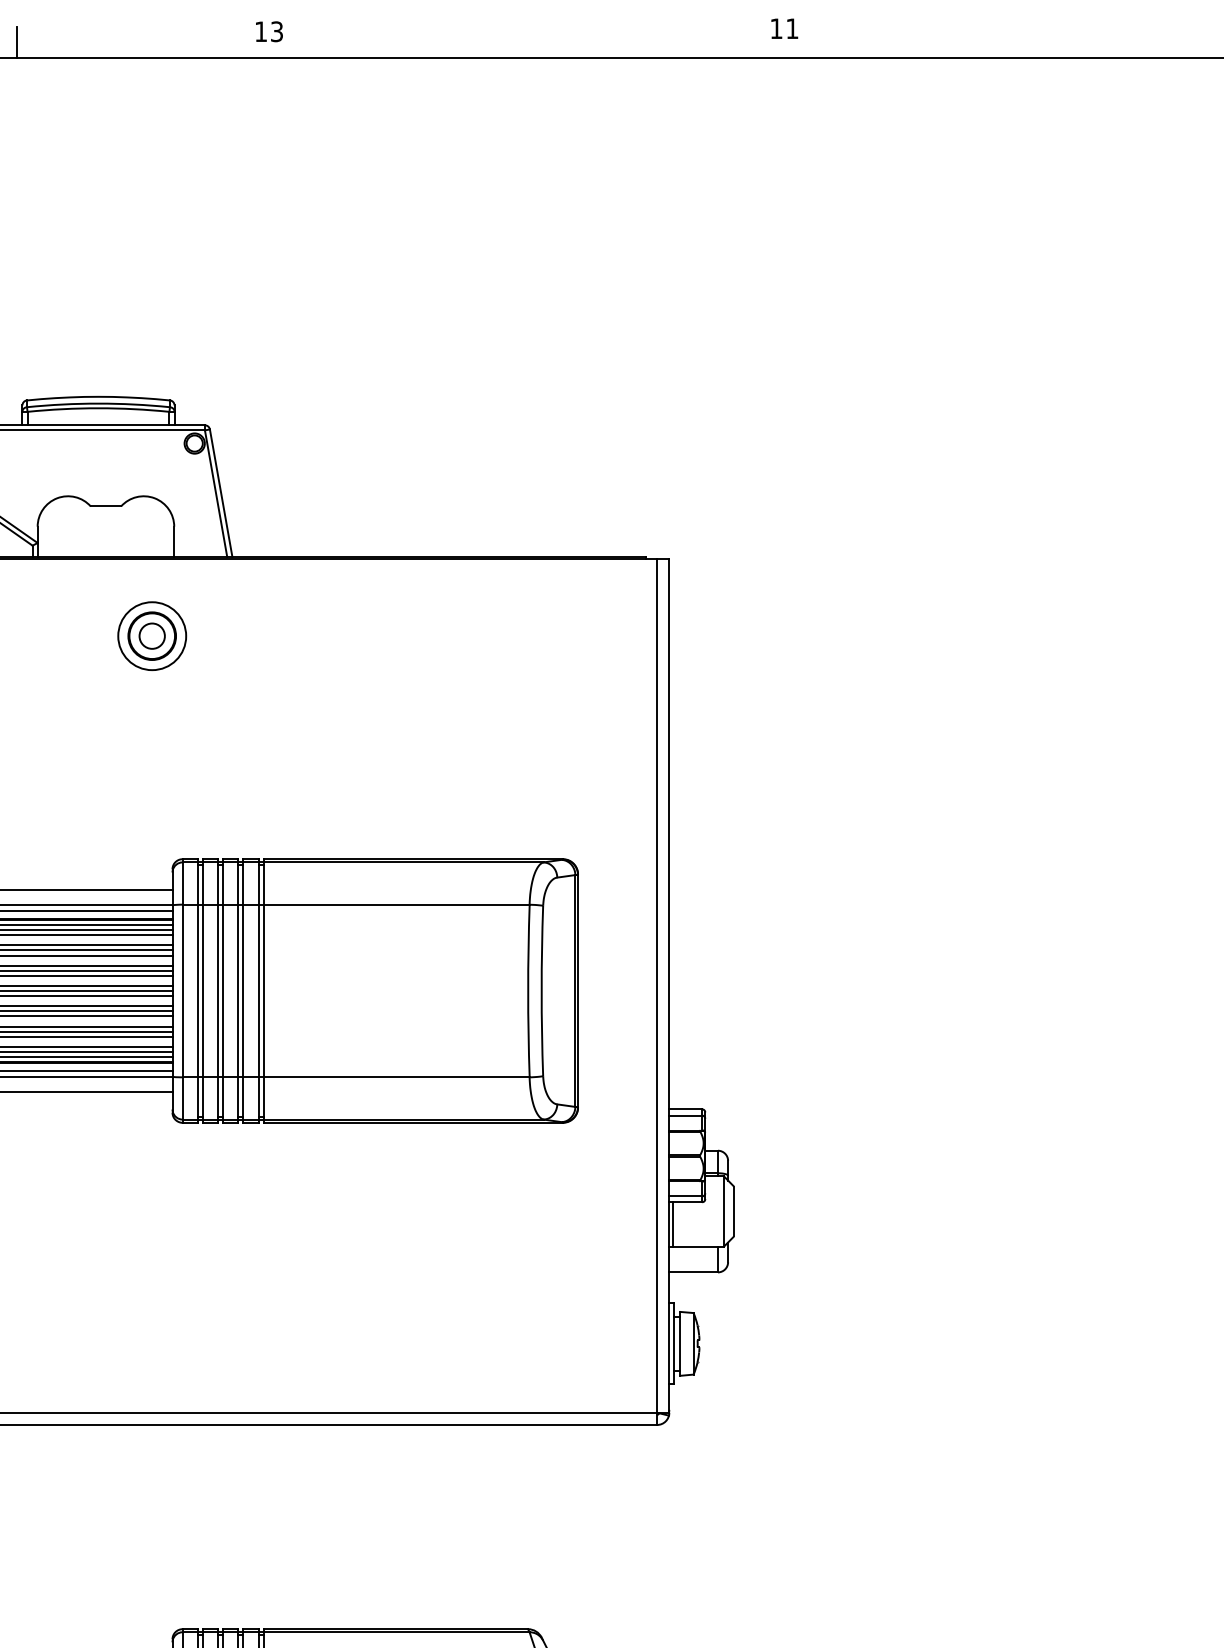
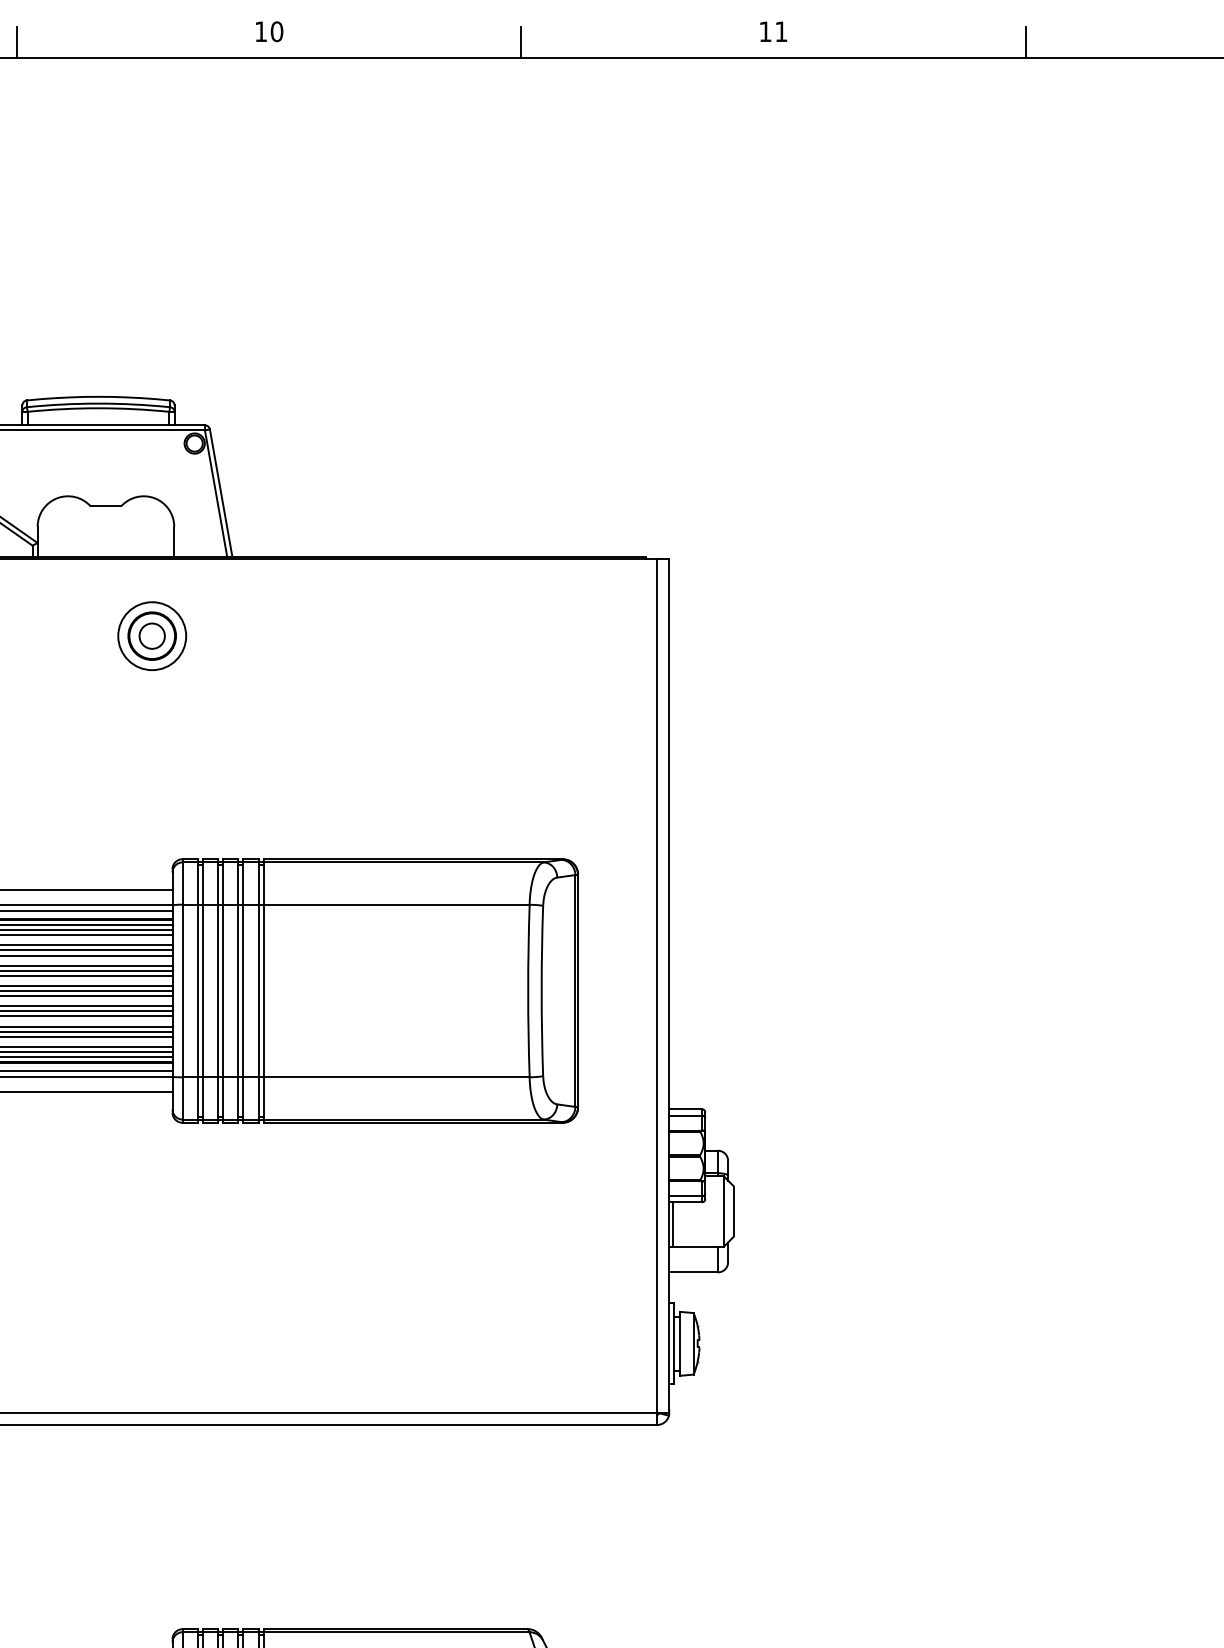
text at (784, 28) position: (784, 28) -> (773, 31)
text at (276, 31): 13 -> 10
line at (521, 42): none -> present
line at (1025, 42): none -> present
